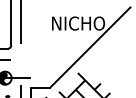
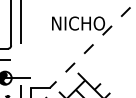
line at (90, 47): solid -> dashed
